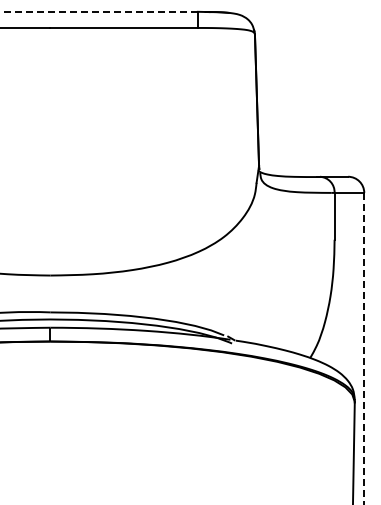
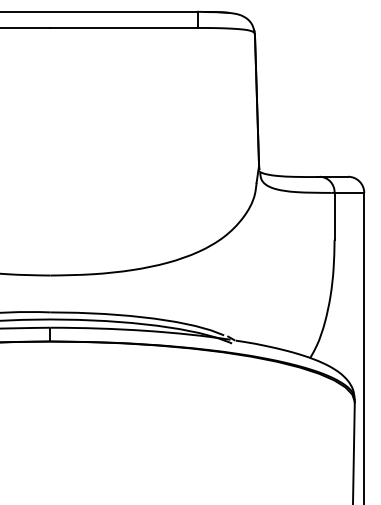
line at (99, 11): dashed -> solid
line at (364, 348): dashed -> solid
